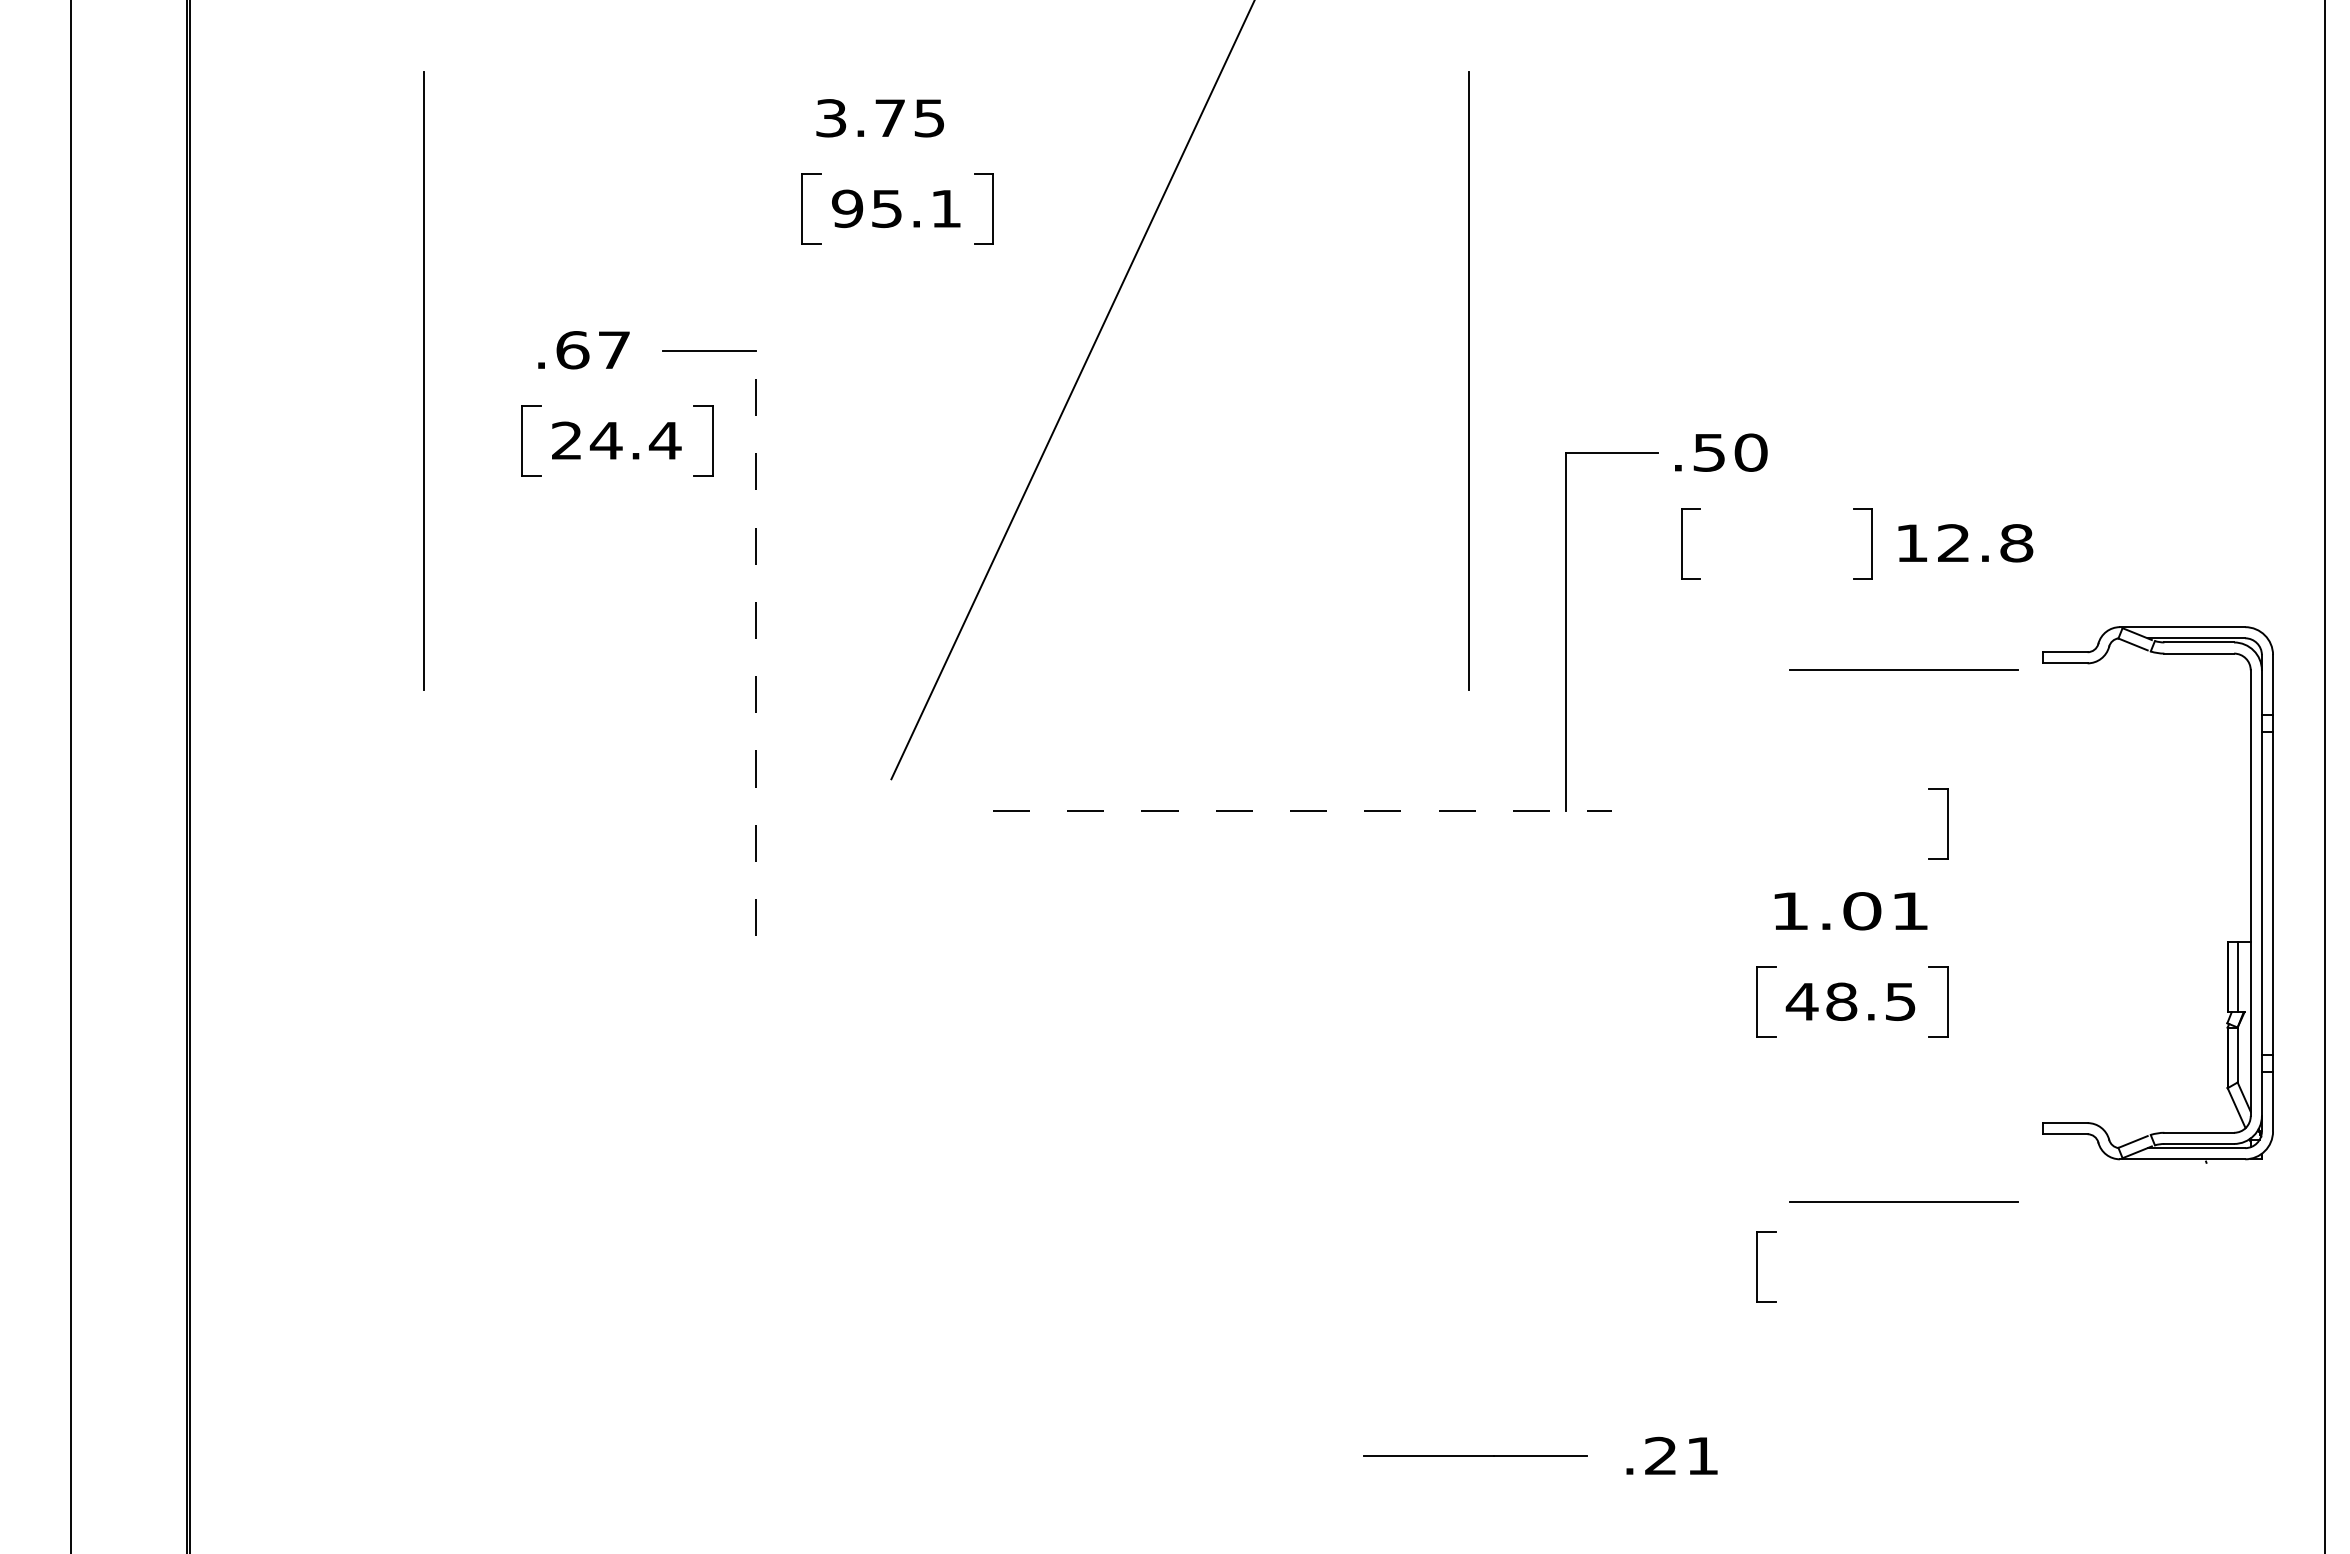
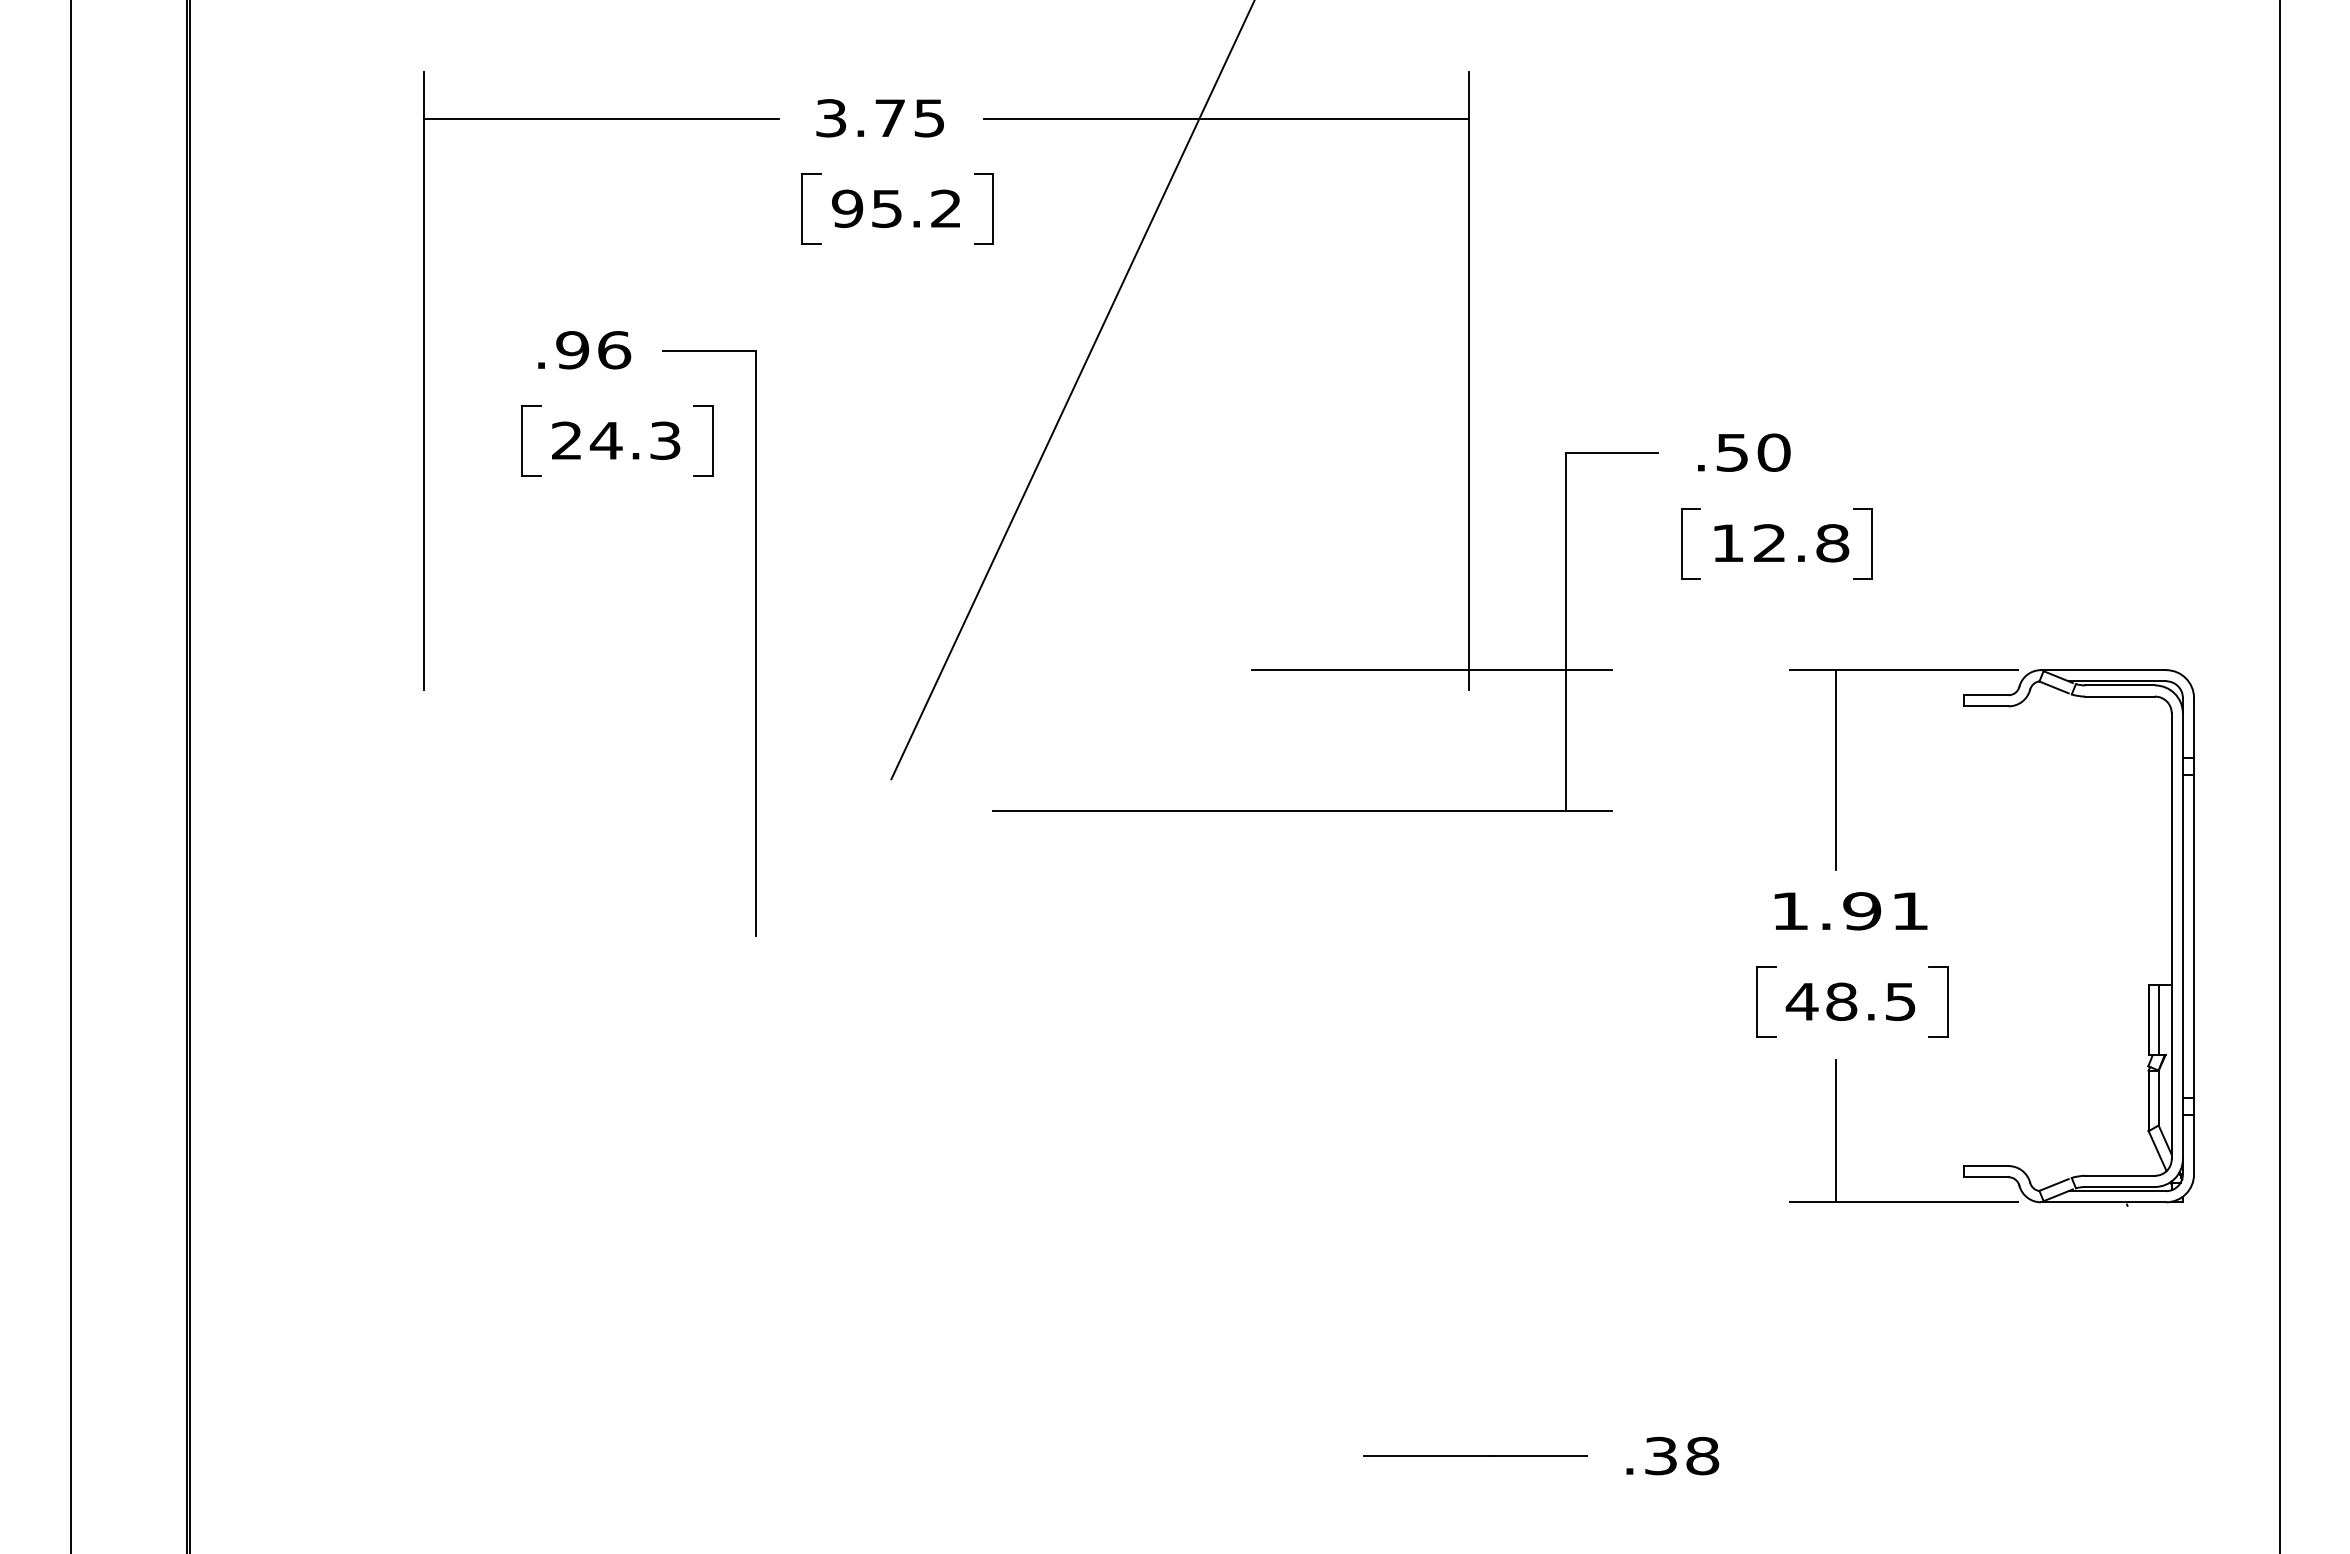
line at (601, 118): none -> present
line at (1225, 118): none -> present
text at (945, 208): 95.1 -> 95.2
text at (593, 350): .67 -> .96
text at (664, 440): 24.4 -> 24.3
text at (1721, 452) position: (1721, 452) -> (1744, 452)
text at (1965, 543) position: (1965, 543) -> (1781, 543)
line at (755, 643): dashed -> solid
line at (1432, 670): none -> present
line at (1836, 769): none -> present
line at (2324, 776) position: (2324, 776) -> (2279, 776)
line at (1302, 810): dashed -> solid
part at (1947, 823): present -> none
text at (1862, 911): 1.01 -> 1.91
part at (2227, 941) position: (2227, 941) -> (2148, 984)
line at (1836, 1131): none -> present
part at (1757, 1266): present -> none
text at (1682, 1455): .21 -> .38
